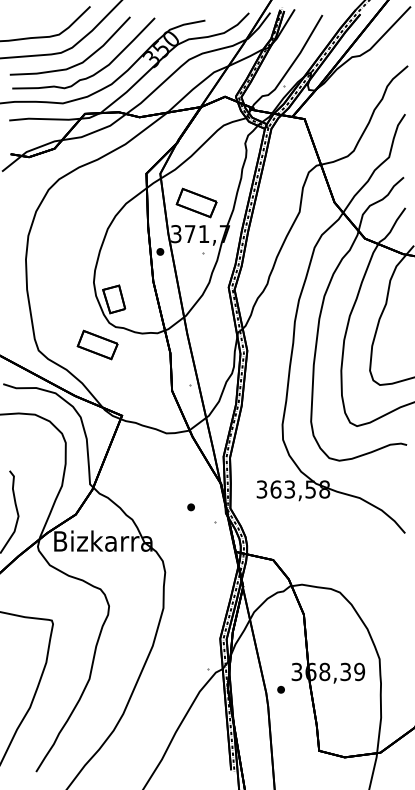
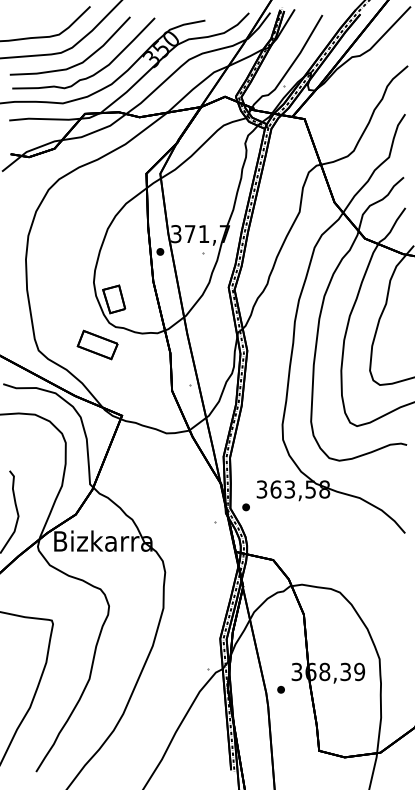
part at (196, 202): present -> none
part at (190, 507) position: (190, 507) -> (245, 507)
